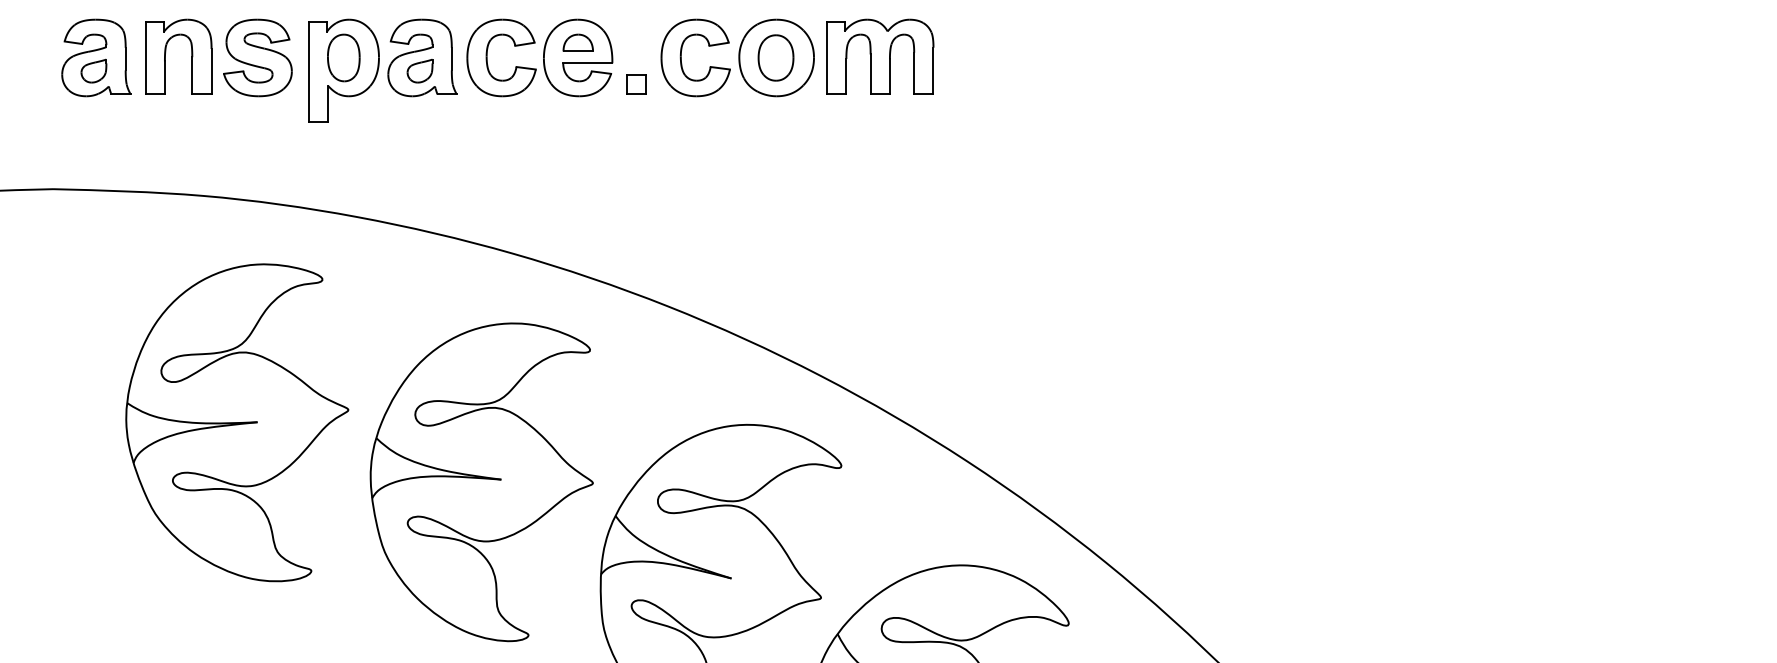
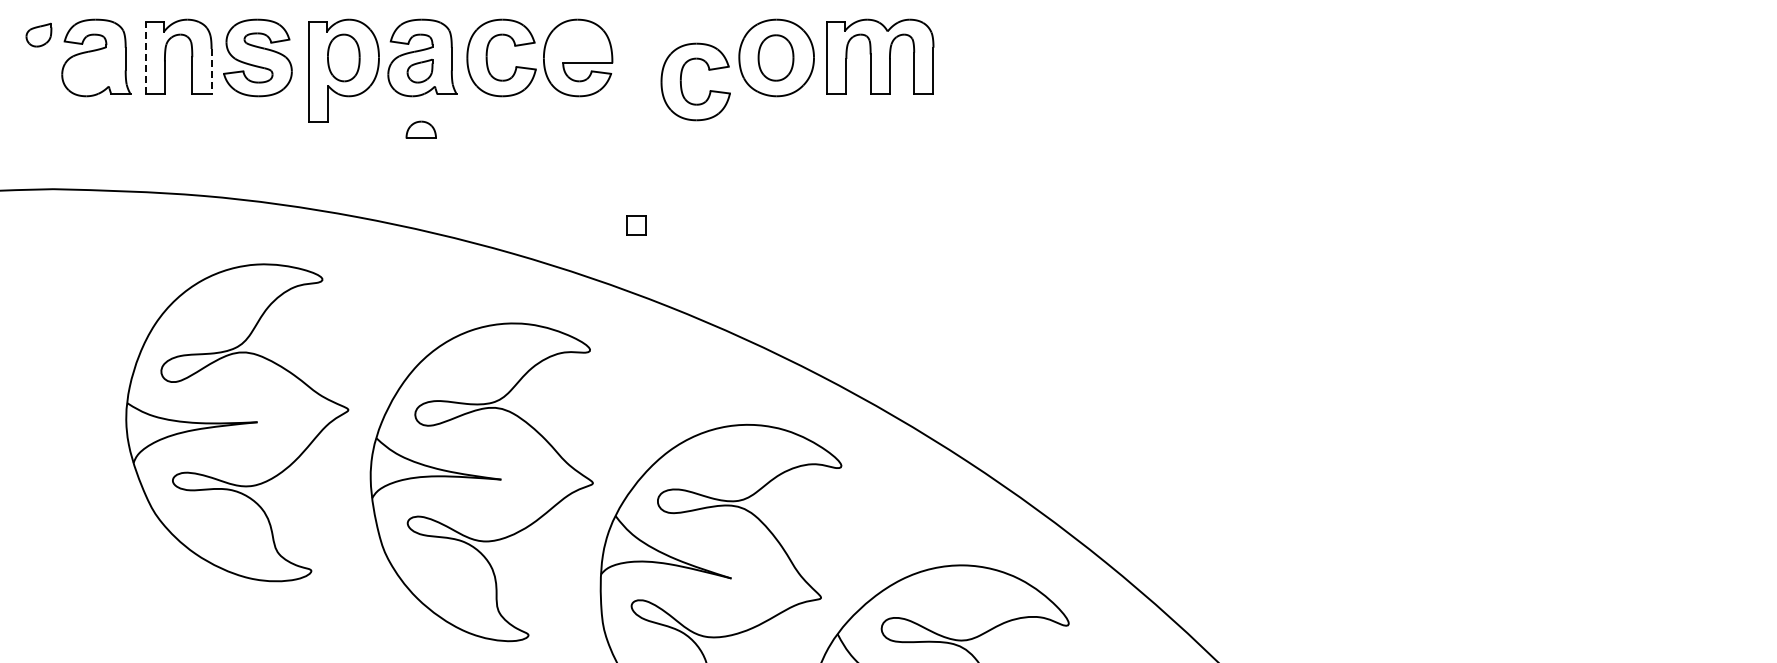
part at (577, 42) position: (577, 42) -> (420, 129)
line at (145, 57): solid -> dashed
part at (681, 57) position: (681, 57) -> (681, 81)
part at (93, 70) position: (93, 70) -> (38, 34)
line at (211, 71): solid -> dashed
part at (636, 84) position: (636, 84) -> (636, 225)
